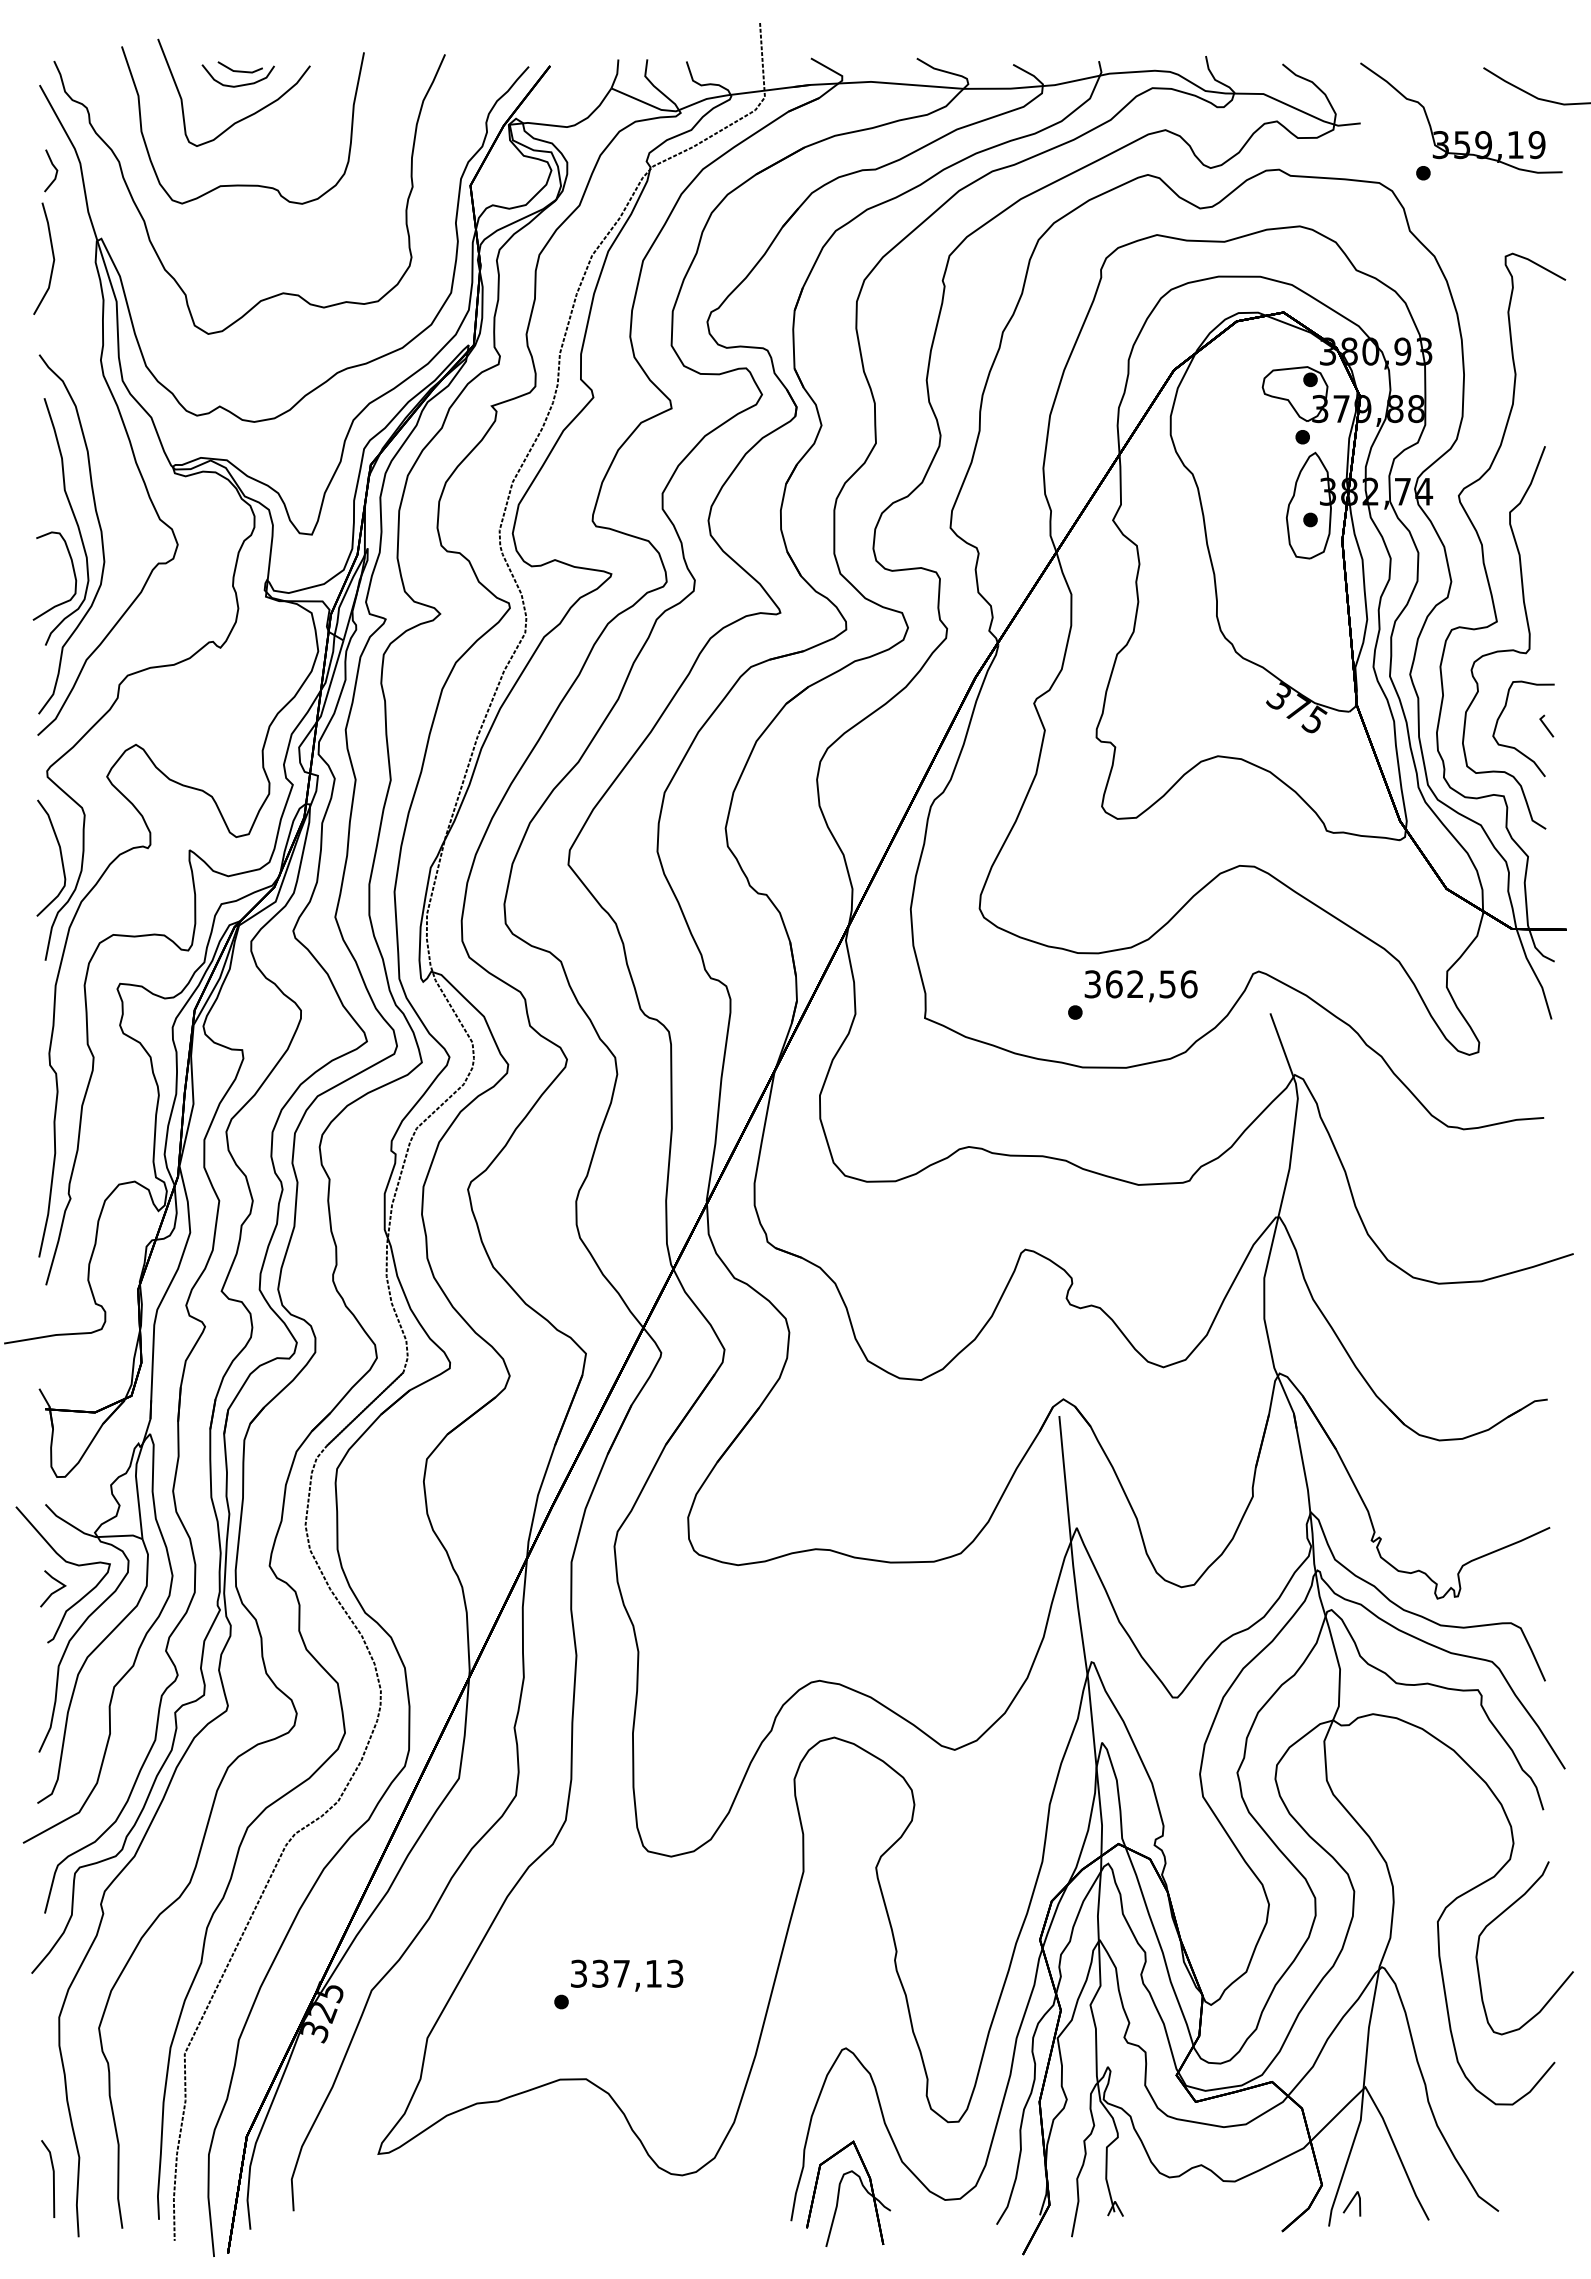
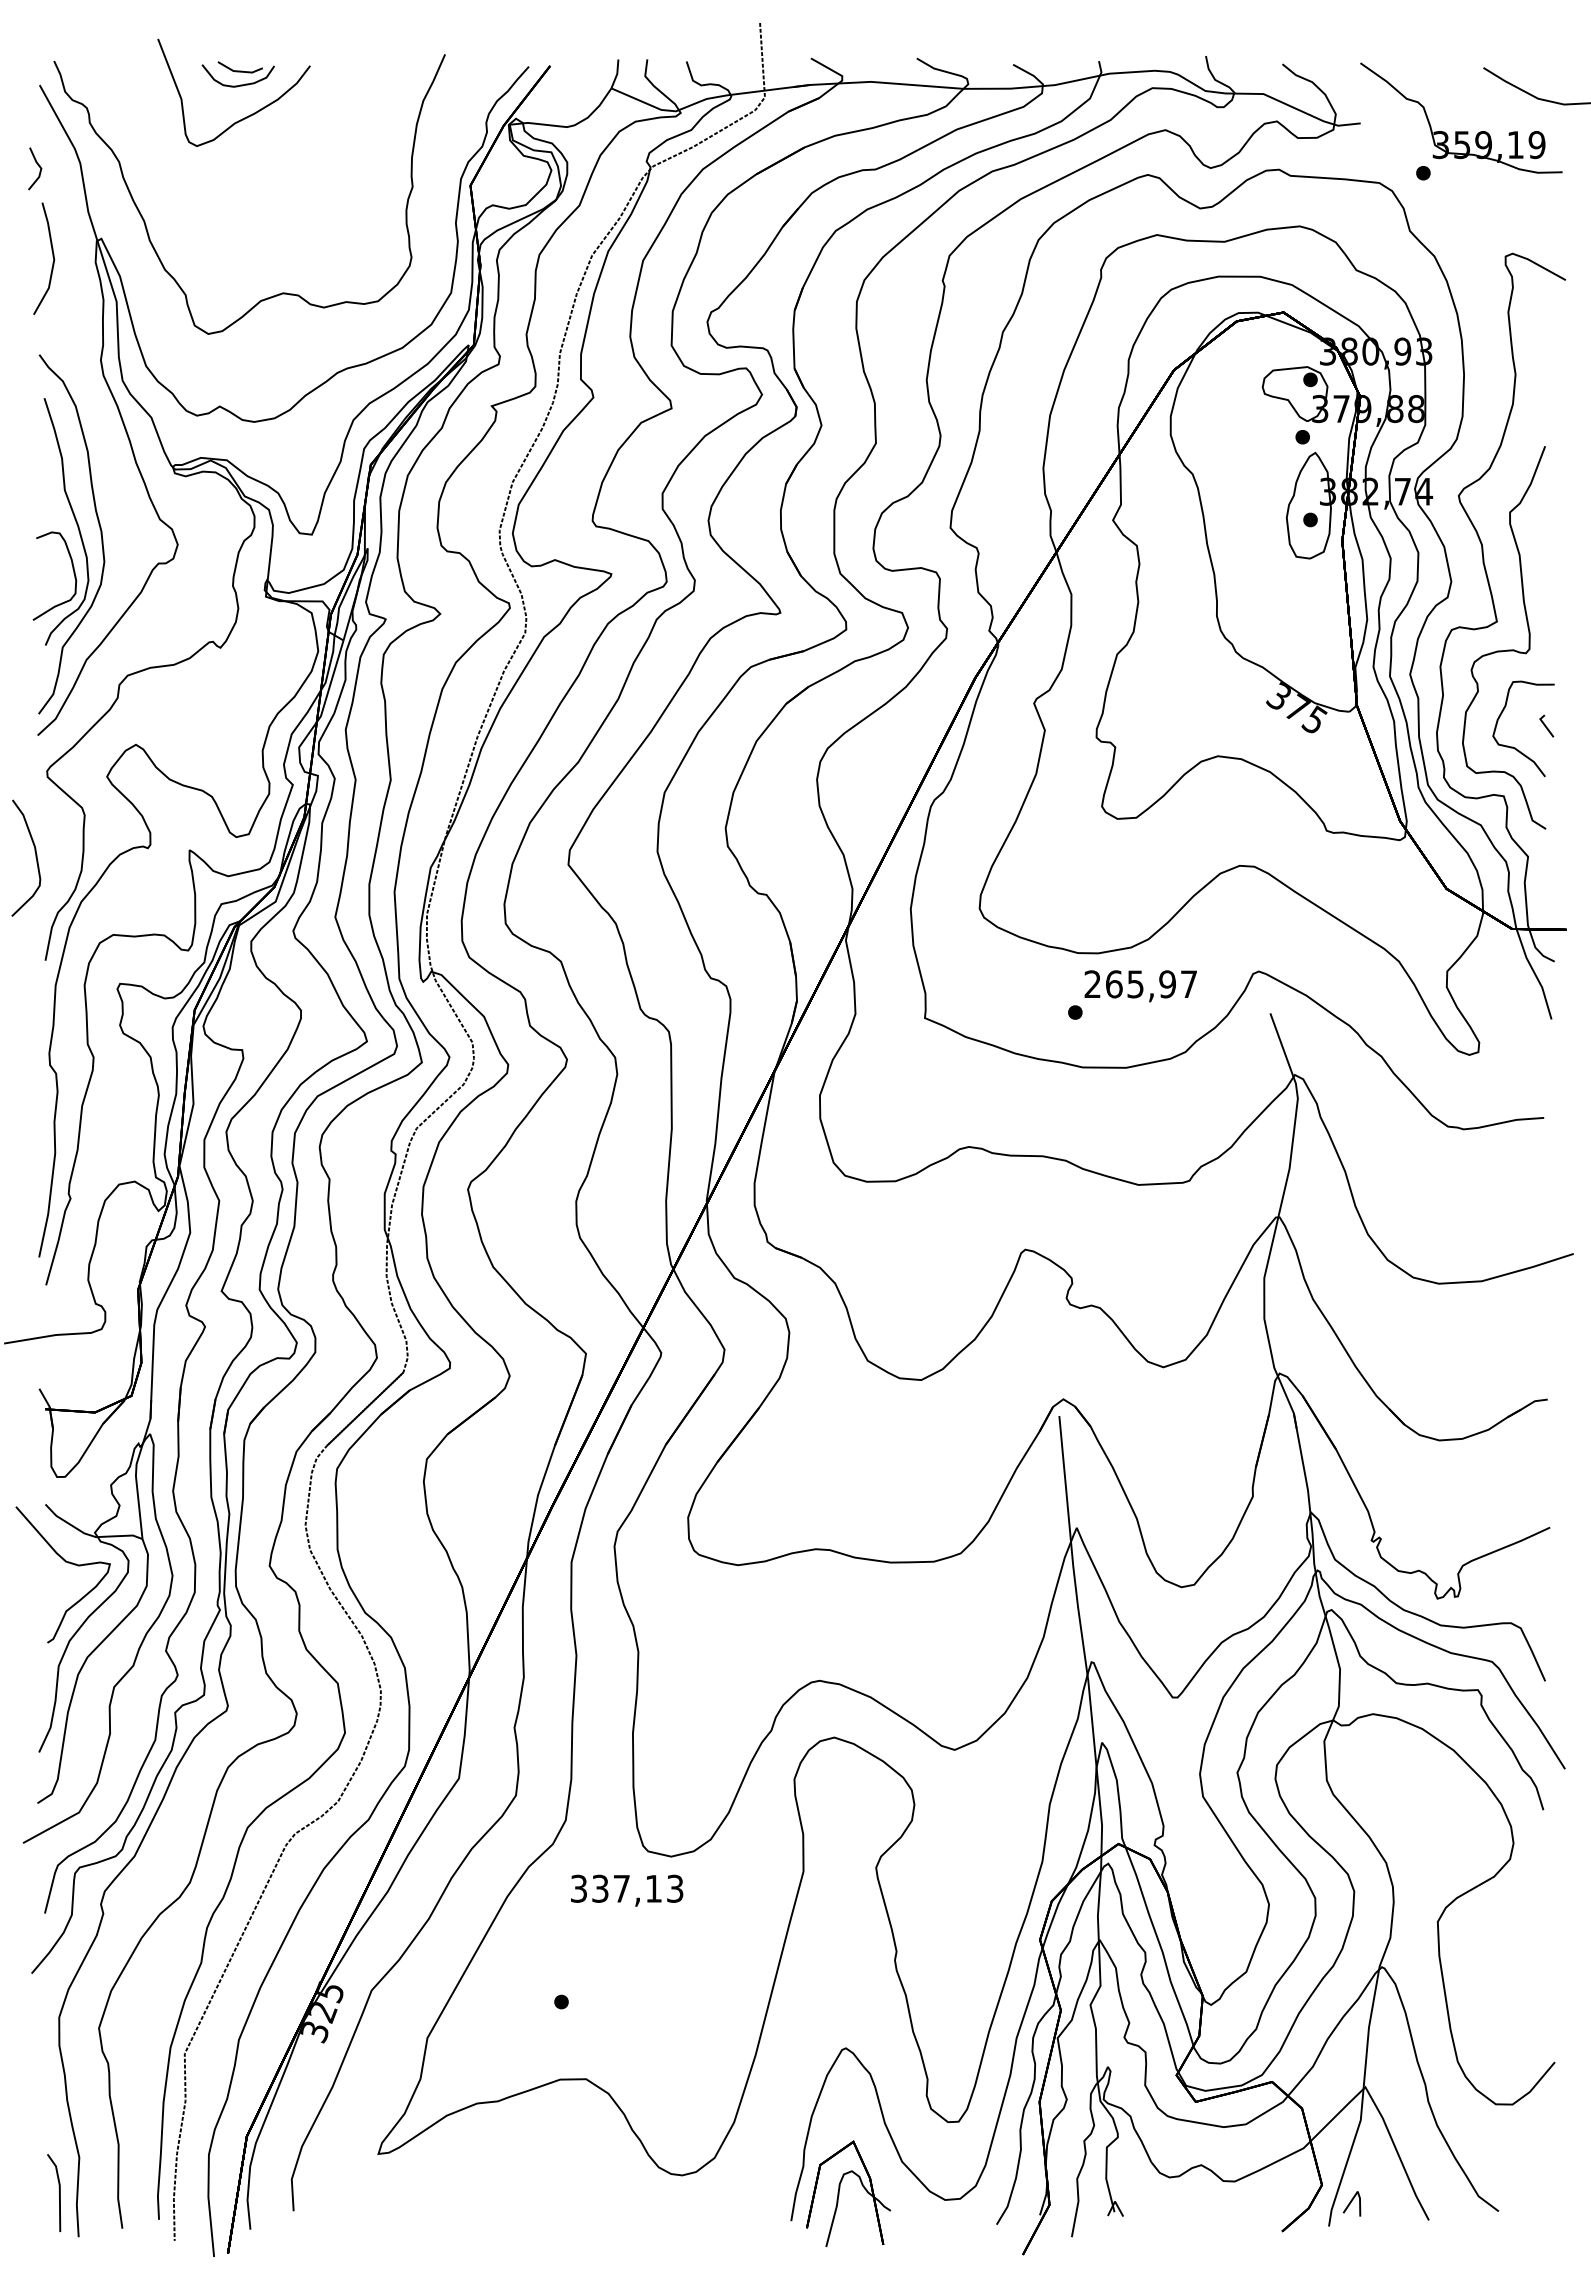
line at (53, 167) position: (53, 167) -> (37, 165)
curve at (242, 184): present -> none
curve at (60, 857) position: (60, 857) -> (35, 857)
text at (1140, 984): 362,56 -> 265,97
line at (55, 1590): present -> none
curve at (1496, 1919): present -> none
text at (627, 1975) position: (627, 1975) -> (627, 1890)
line at (53, 2178) position: (53, 2178) -> (59, 2192)
